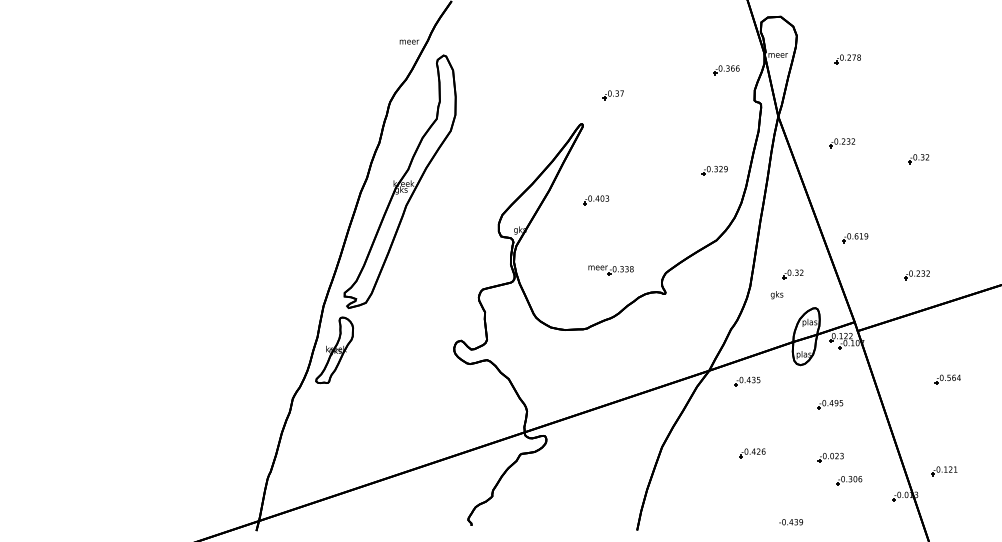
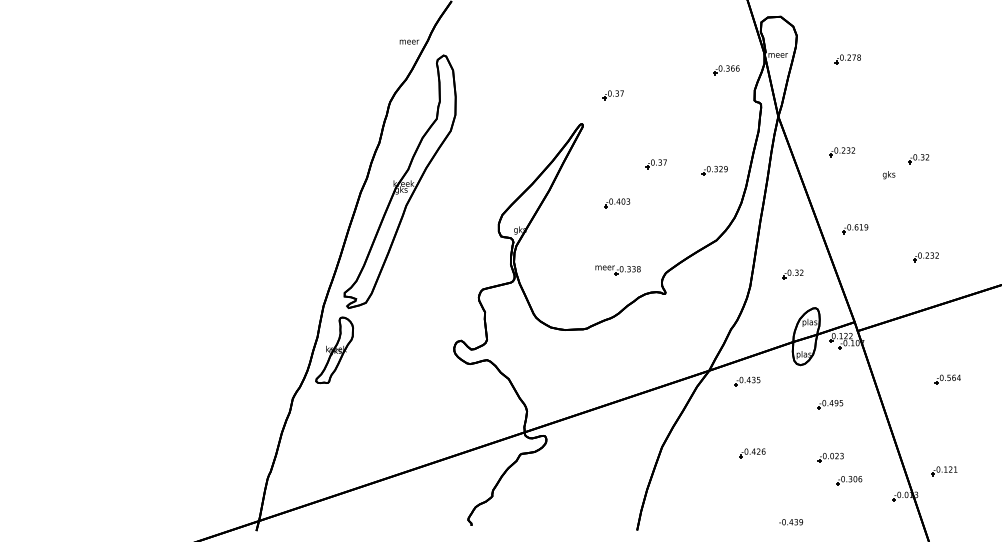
part at (842, 143) position: (842, 143) -> (842, 152)
part at (655, 164): none -> present
part at (596, 200) position: (596, 200) -> (617, 203)
part at (855, 238) position: (855, 238) -> (855, 229)
part at (610, 270) position: (610, 270) -> (617, 270)
part at (916, 275) position: (916, 275) -> (925, 257)
text at (776, 295) position: (776, 295) -> (888, 175)
